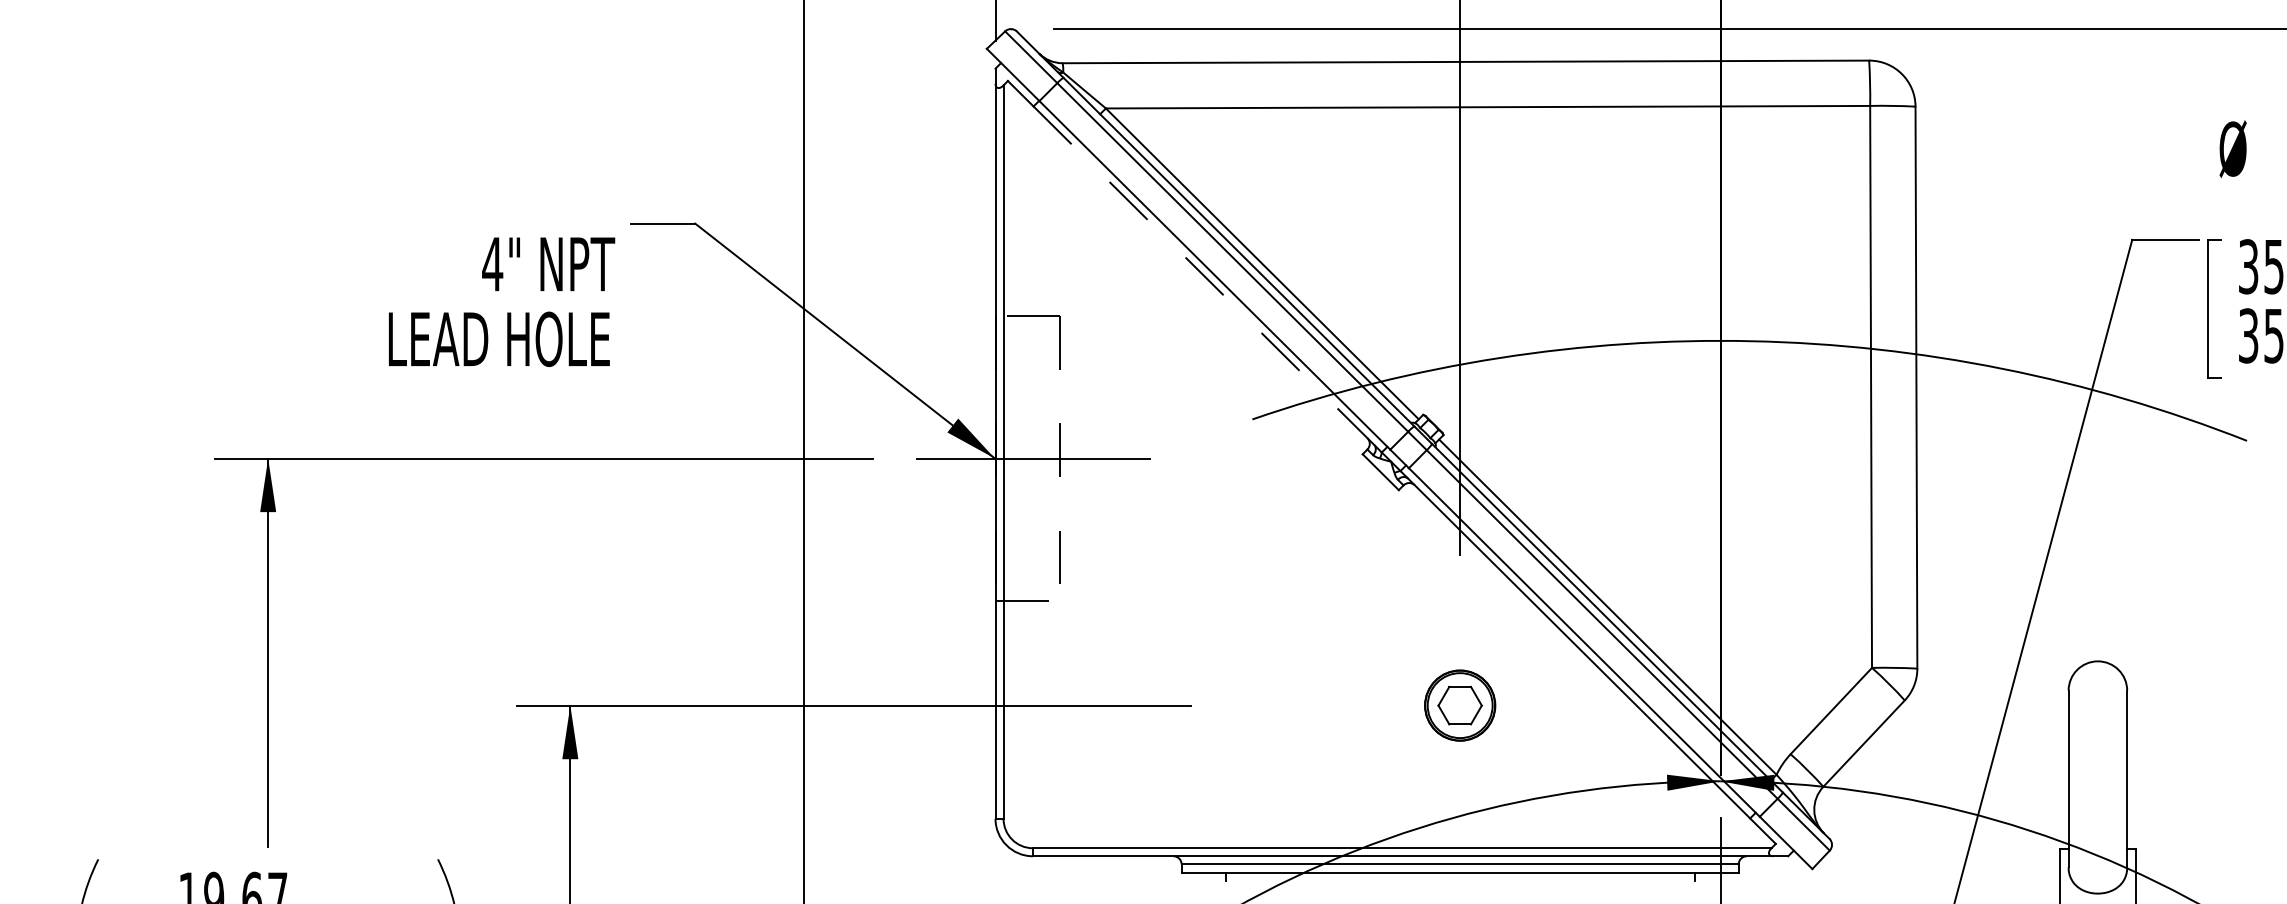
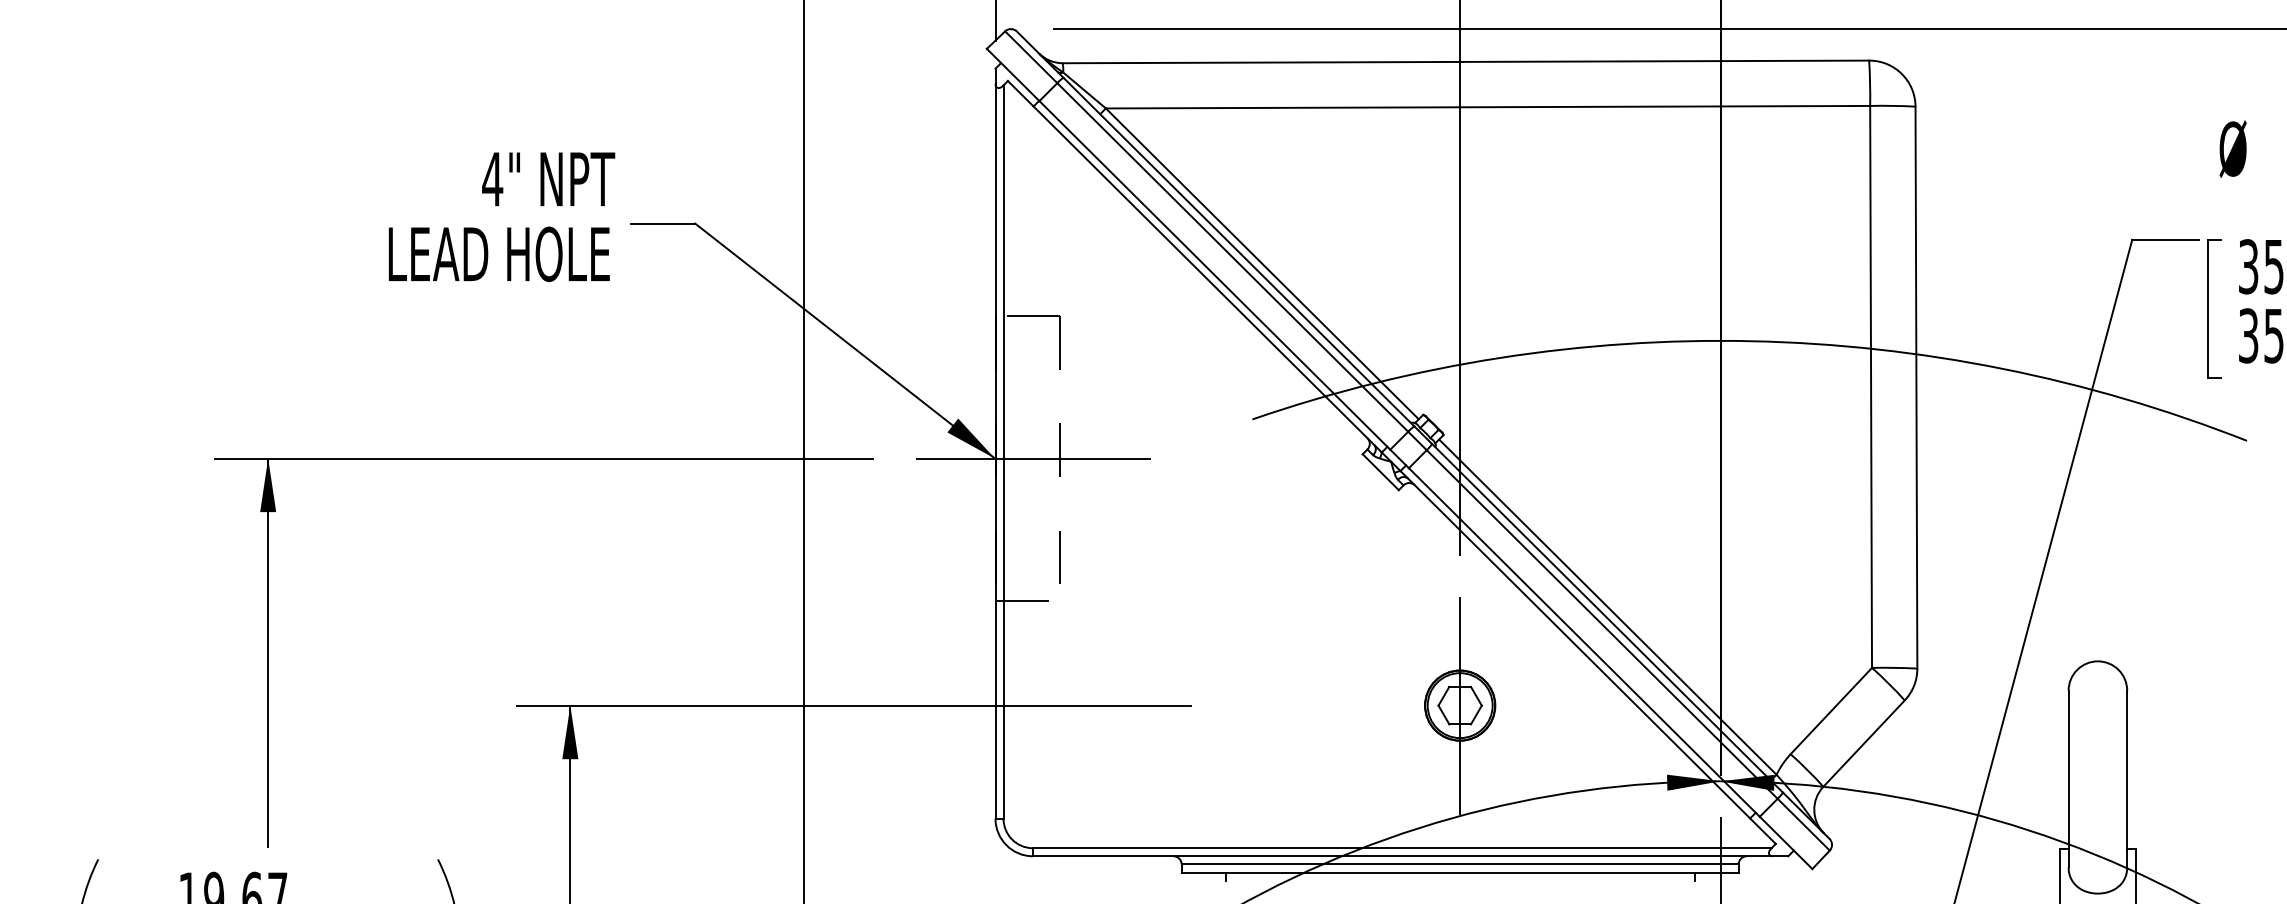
line at (1204, 276): dashed -> solid
text at (502, 301) position: (502, 301) -> (502, 216)
line at (1460, 705): none -> present
